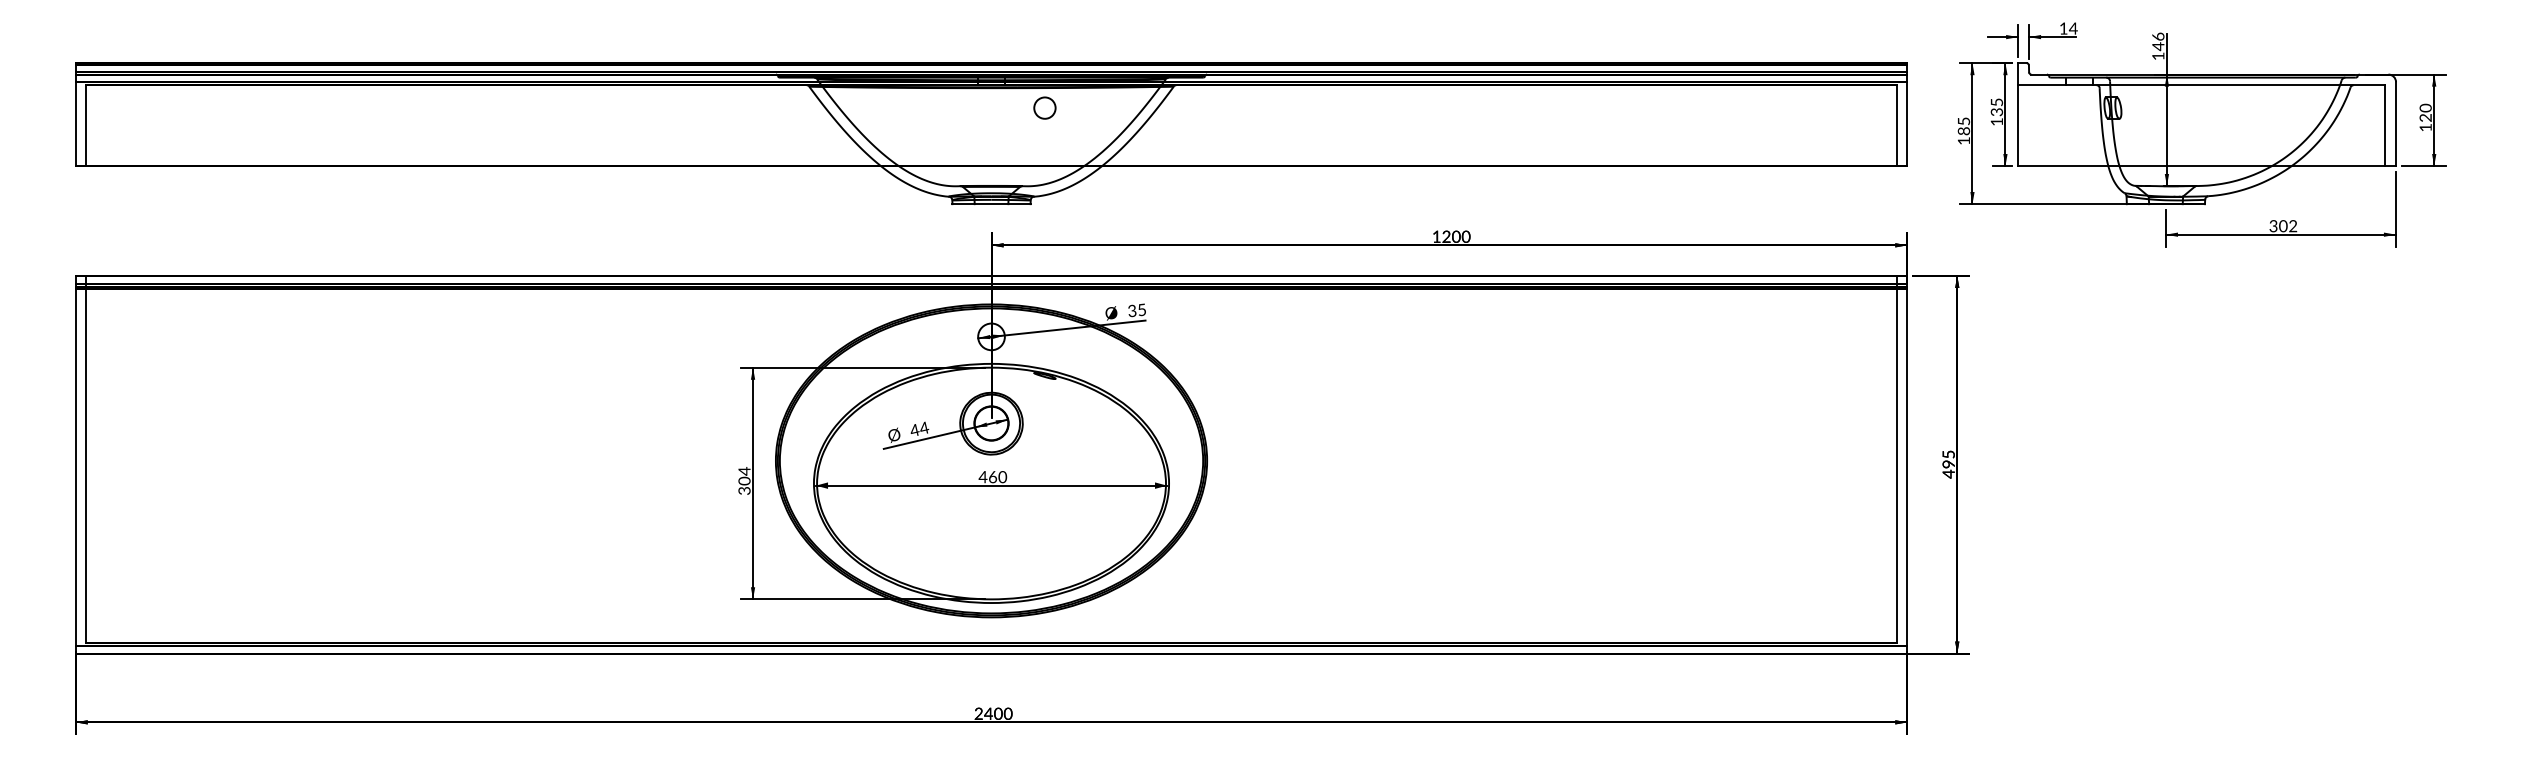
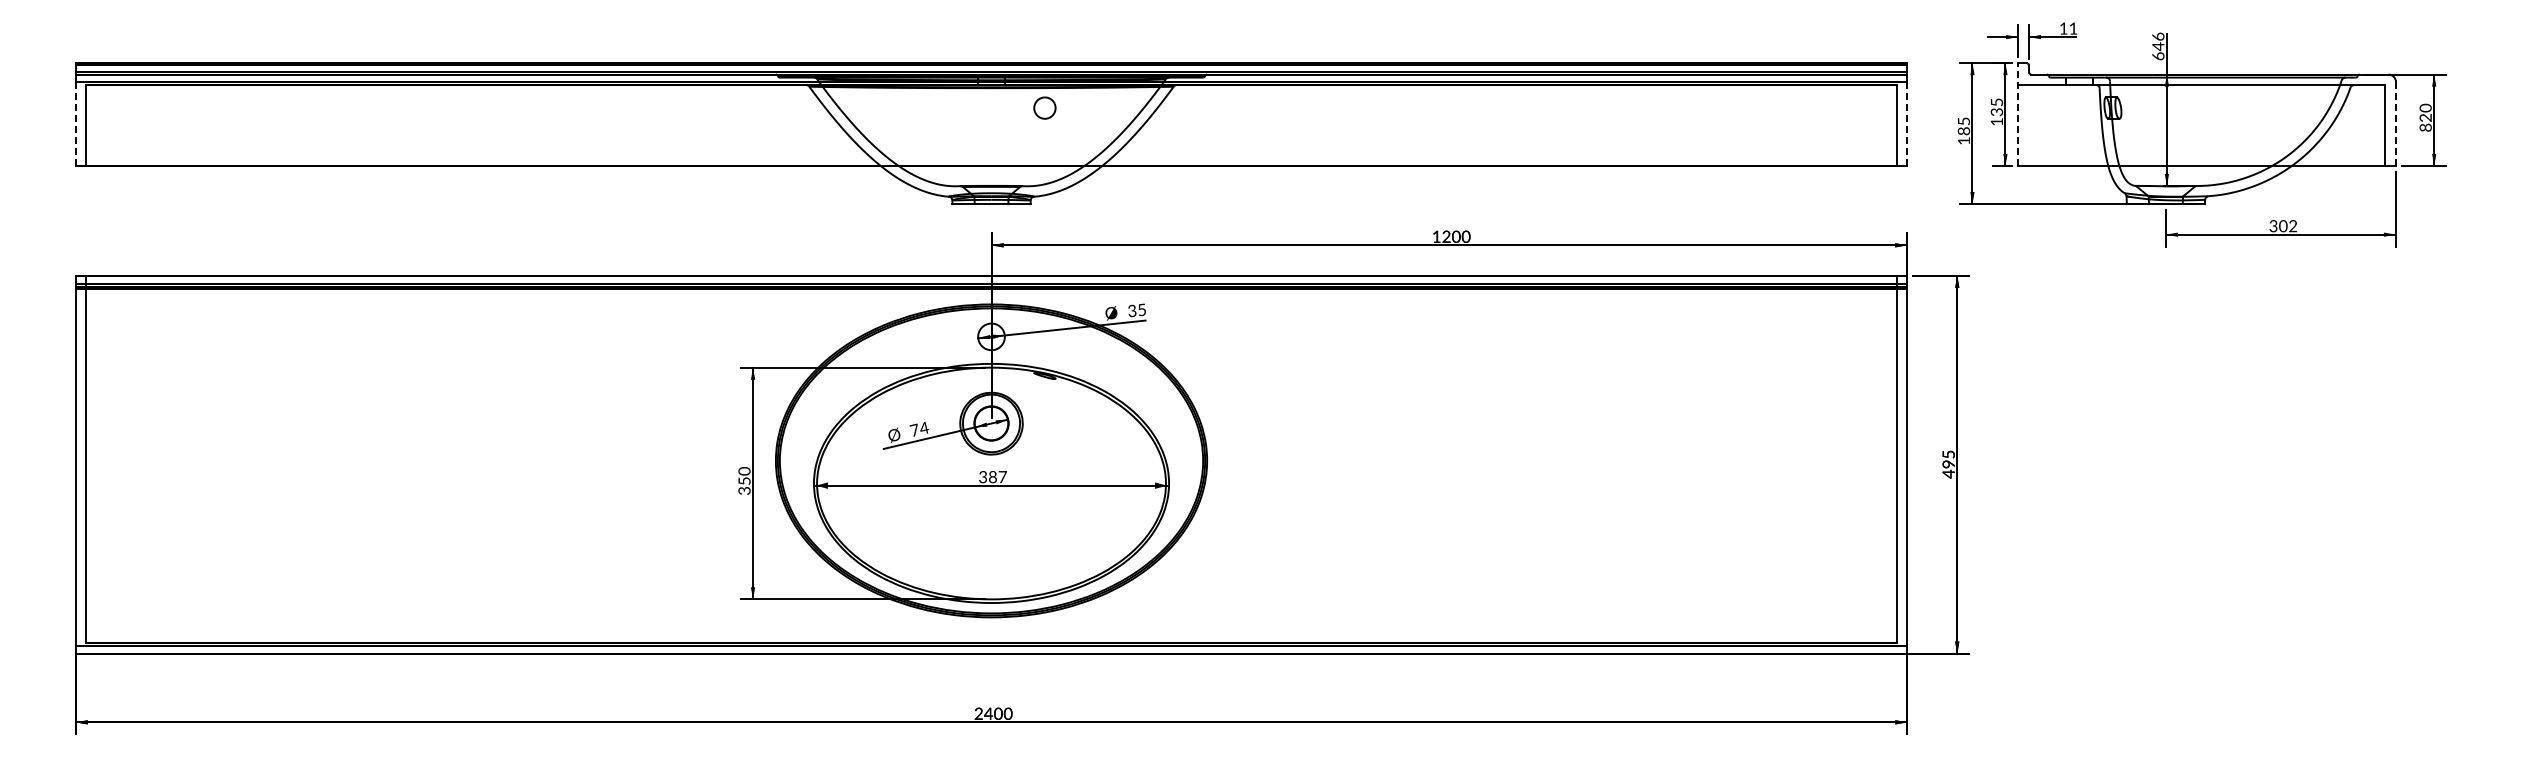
text at (2072, 28): 14 -> 11
text at (2158, 56): 146 -> 646
line at (2018, 114): solid -> dashed
line at (75, 124): solid -> dashed
line at (1907, 124): solid -> dashed
line at (2396, 124): solid -> dashed
text at (2425, 127): 120 -> 820
text at (914, 429): 44 -> 74
text at (744, 476): 304 -> 350
text at (992, 477): 460 -> 387
